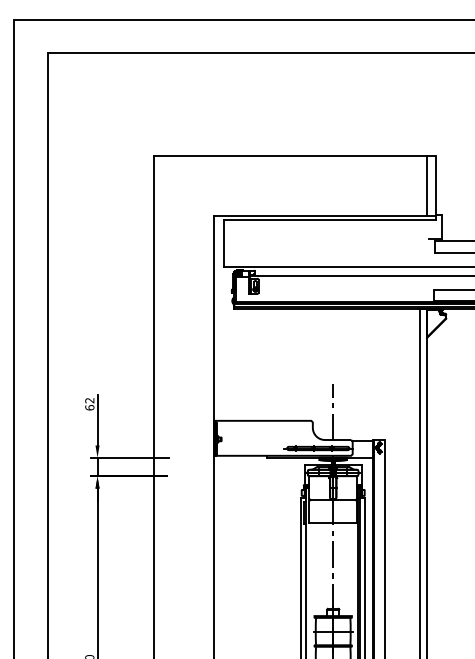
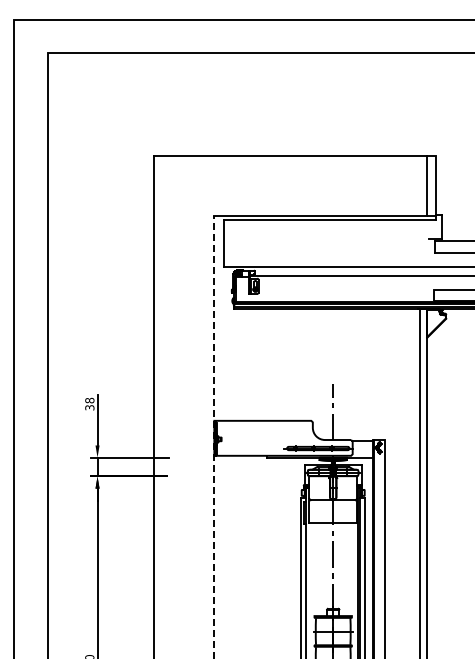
text at (89, 403): 62 -> 38
line at (214, 437): solid -> dashed
